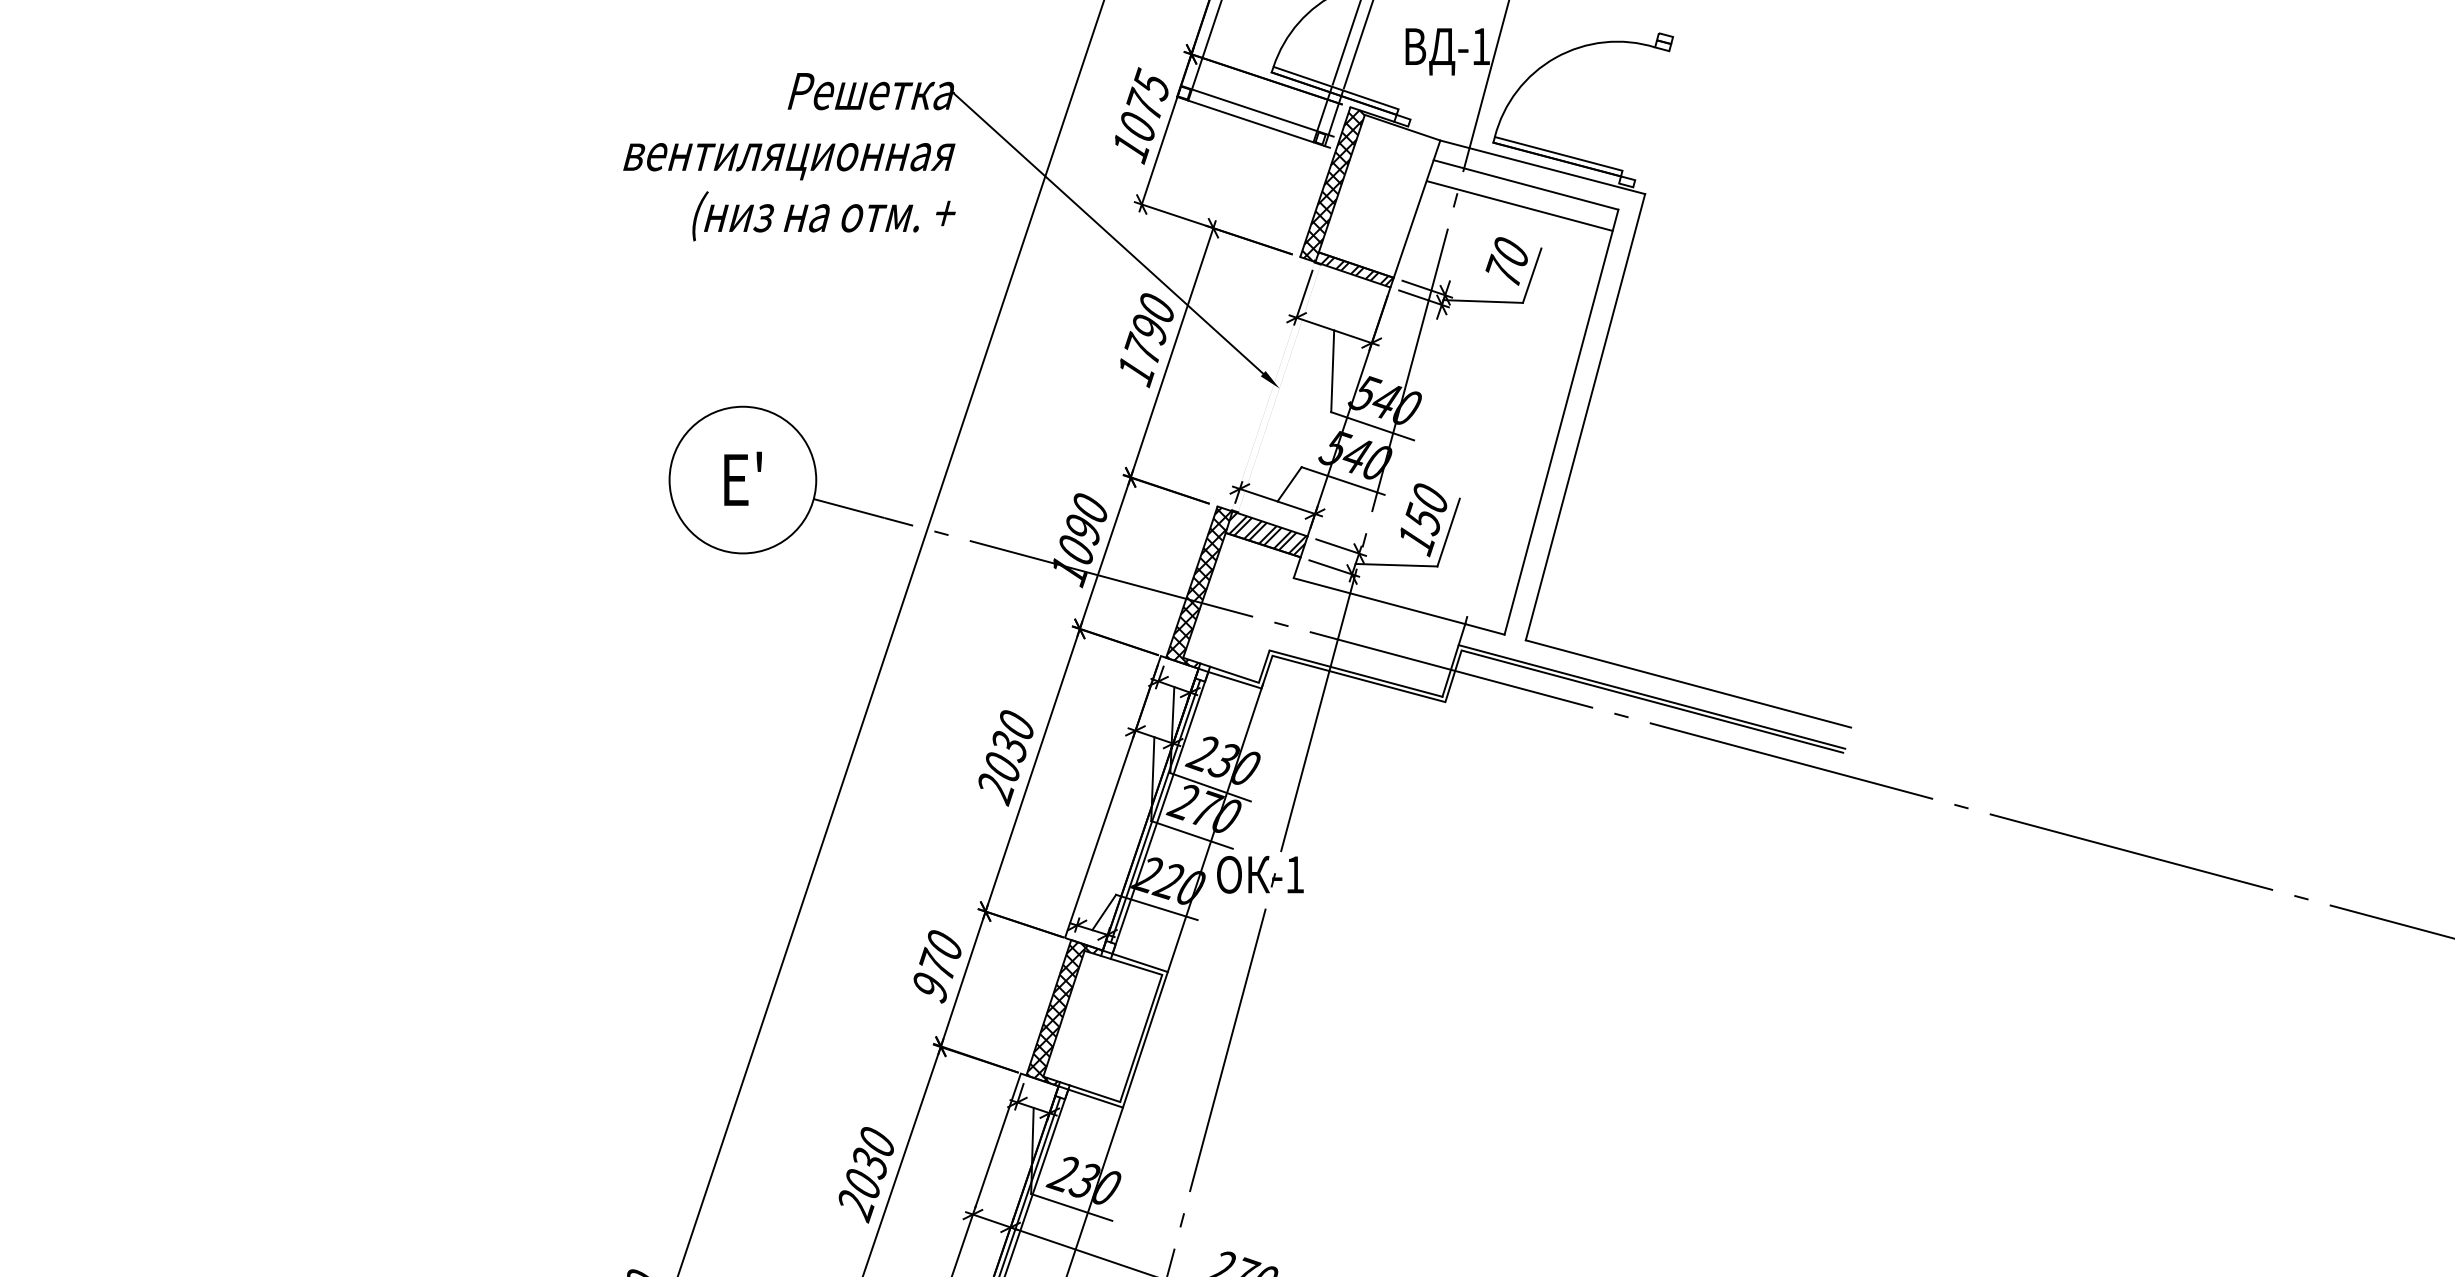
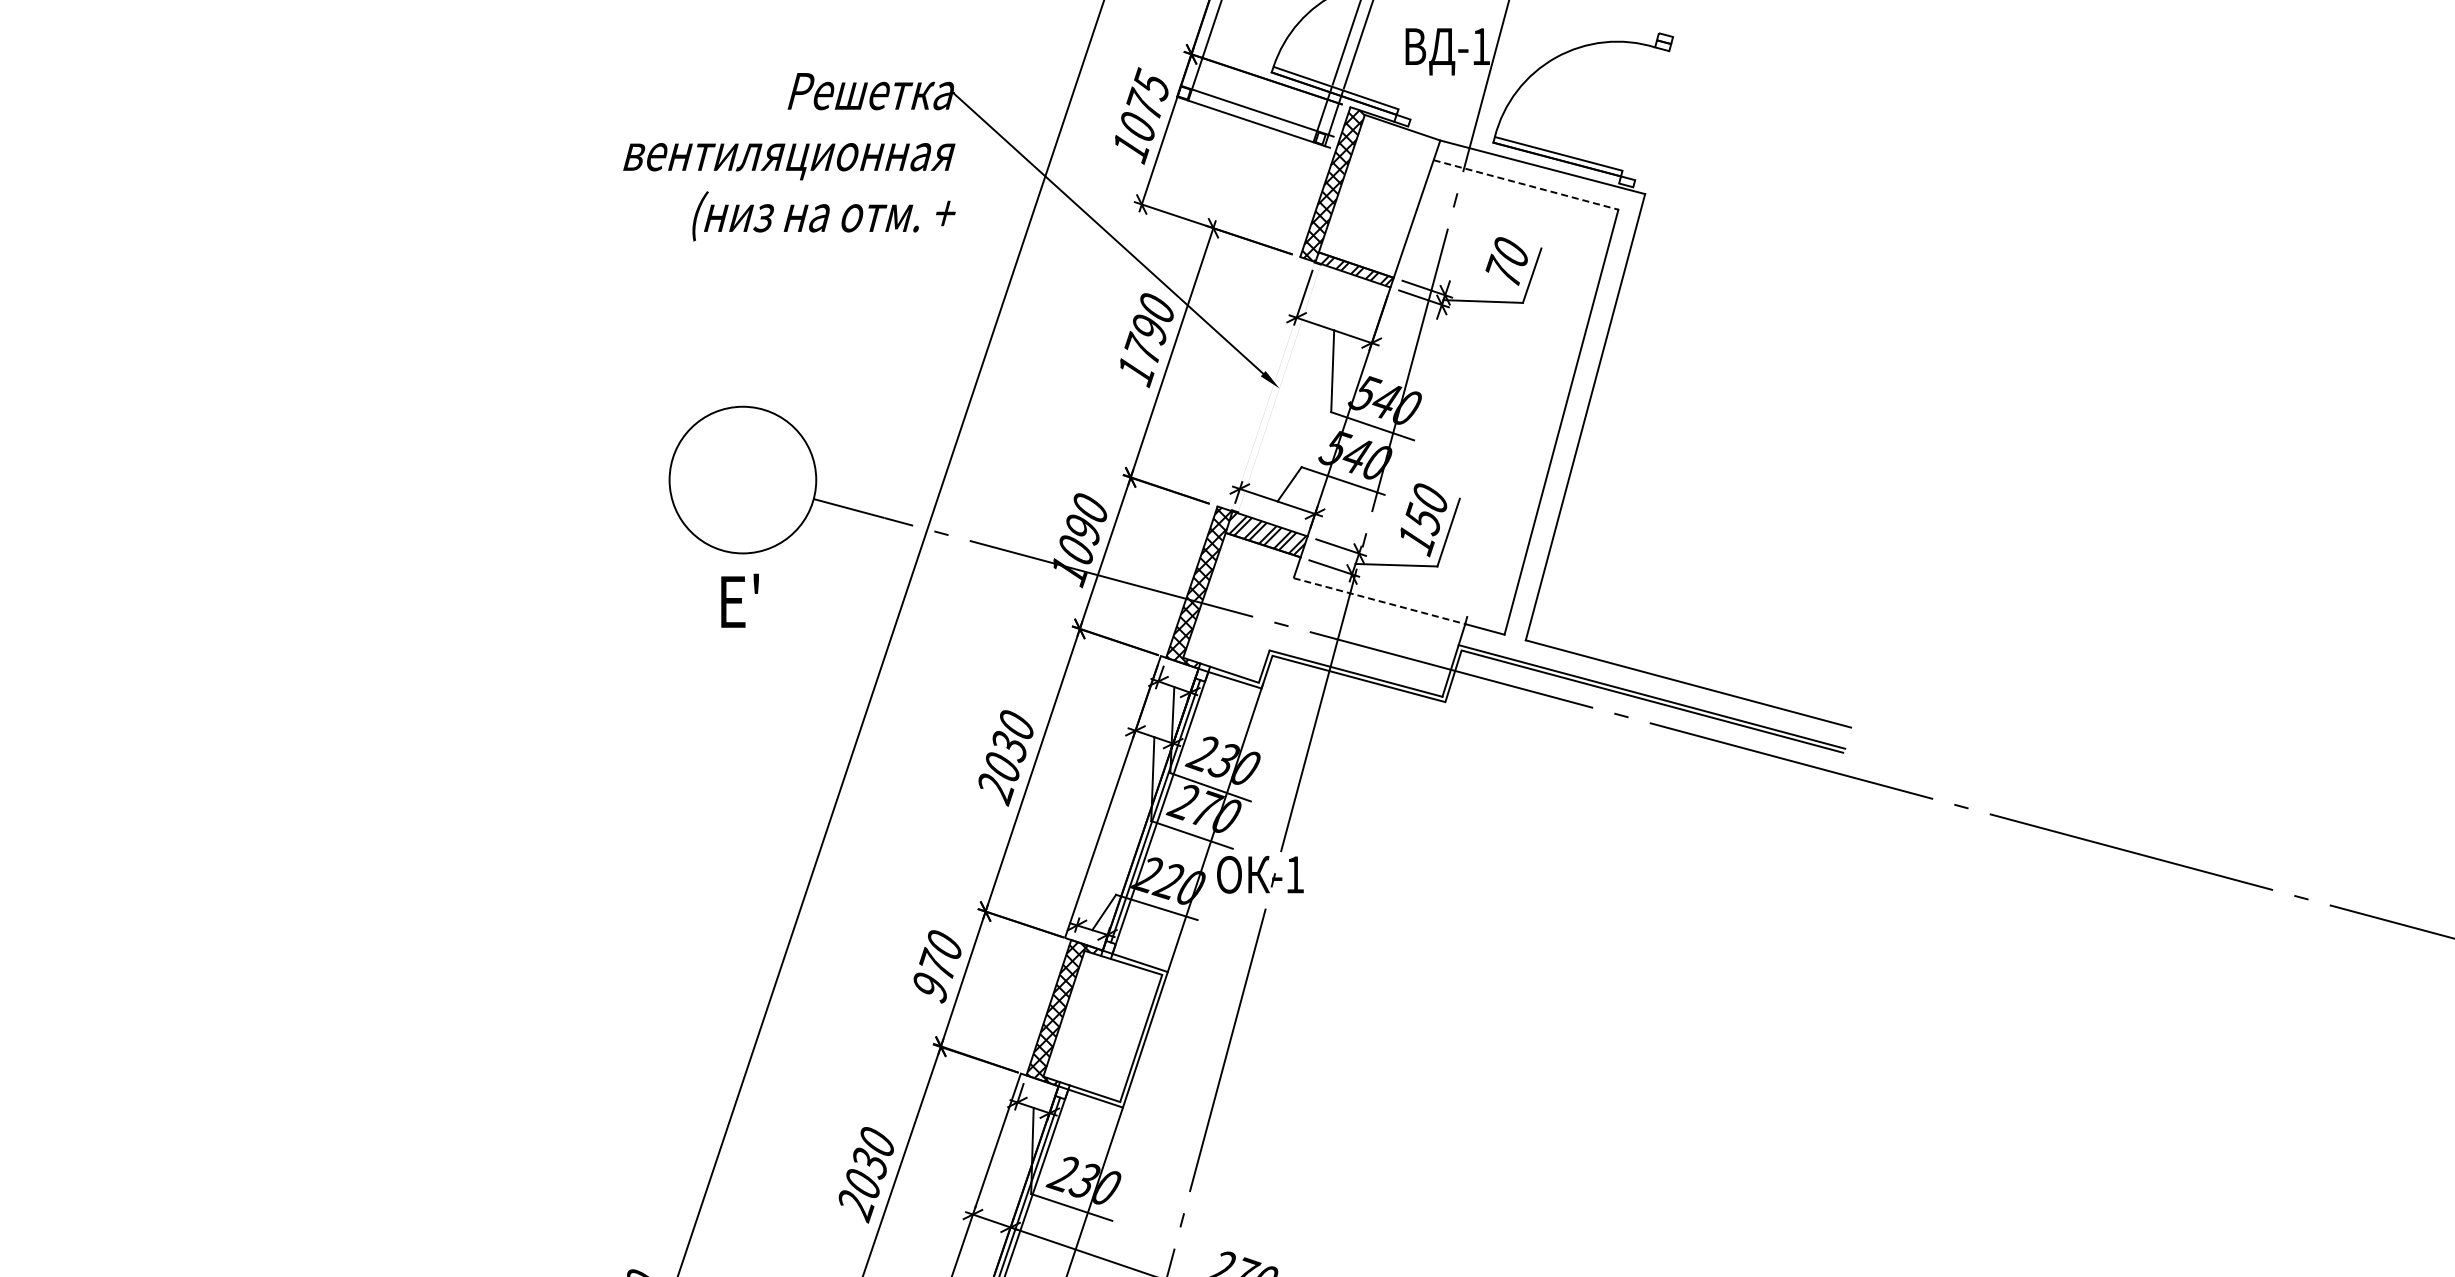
line at (1525, 184): solid -> dashed
line at (1519, 205): present -> none
text at (742, 478) position: (742, 478) -> (739, 600)
line at (1379, 601): solid -> dashed
